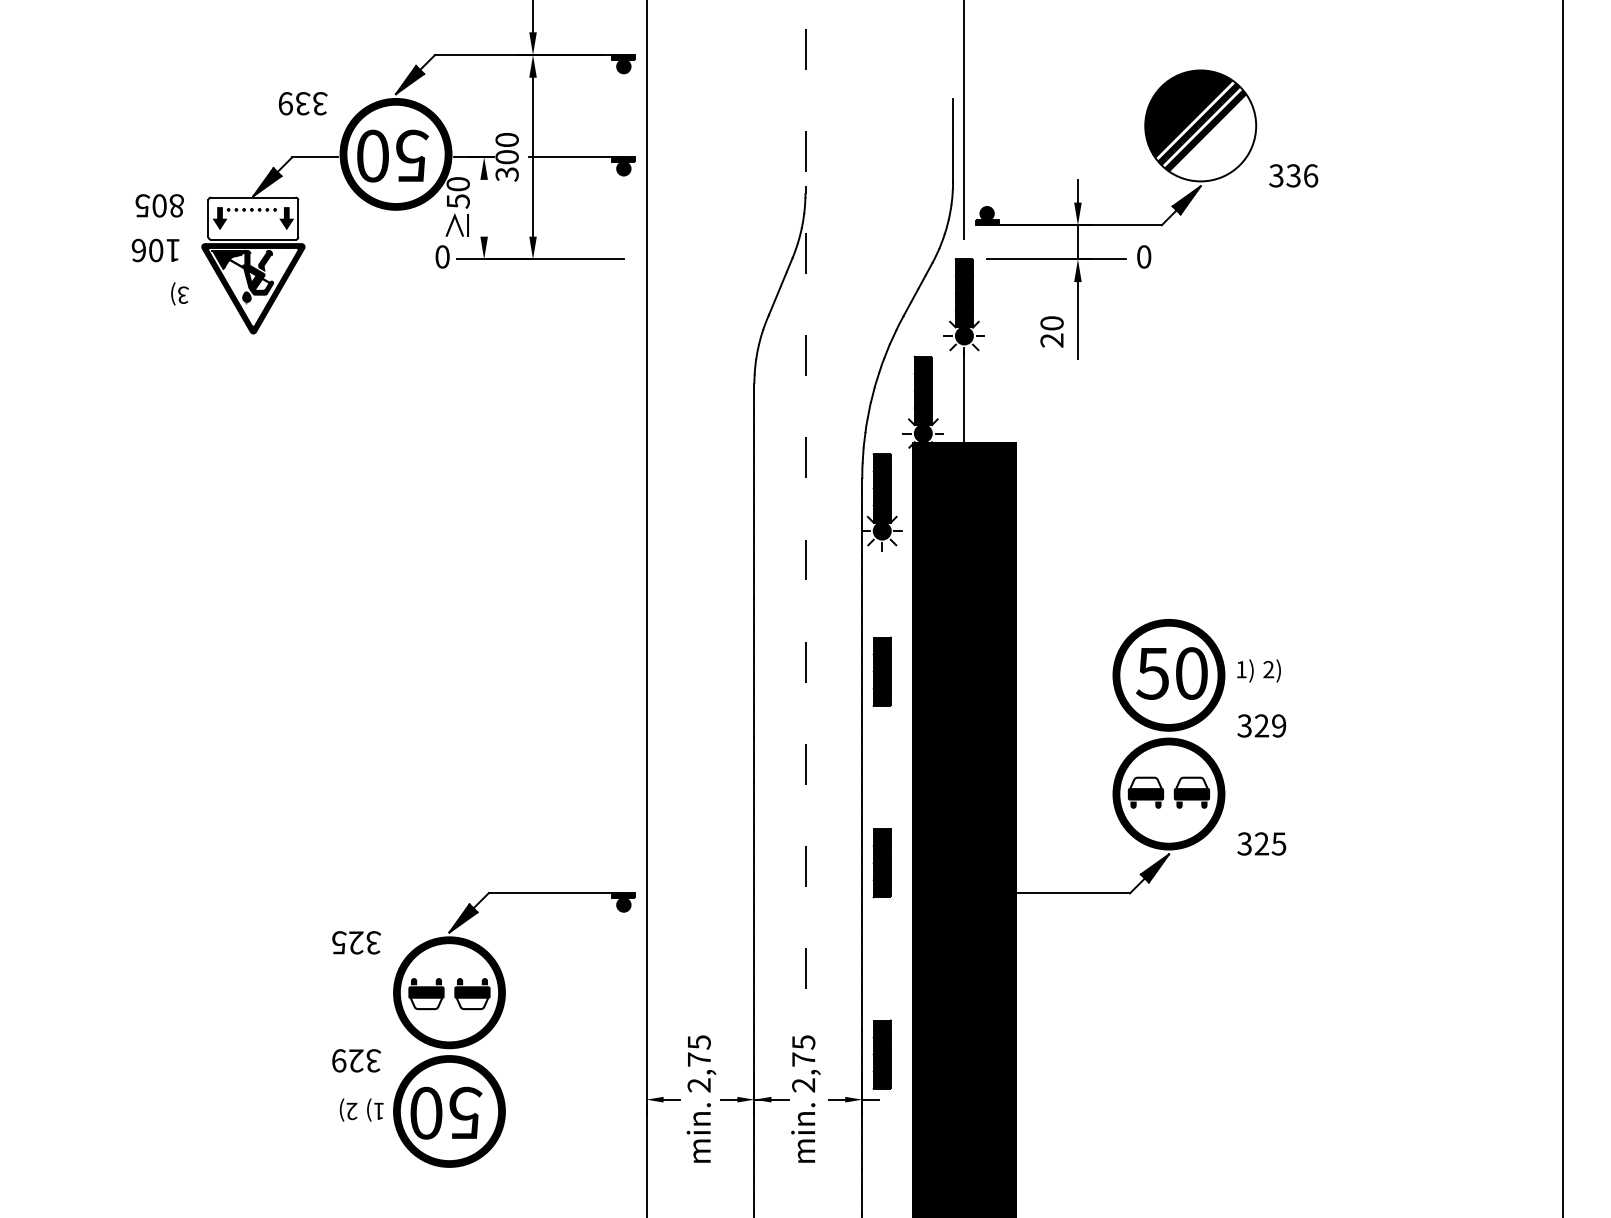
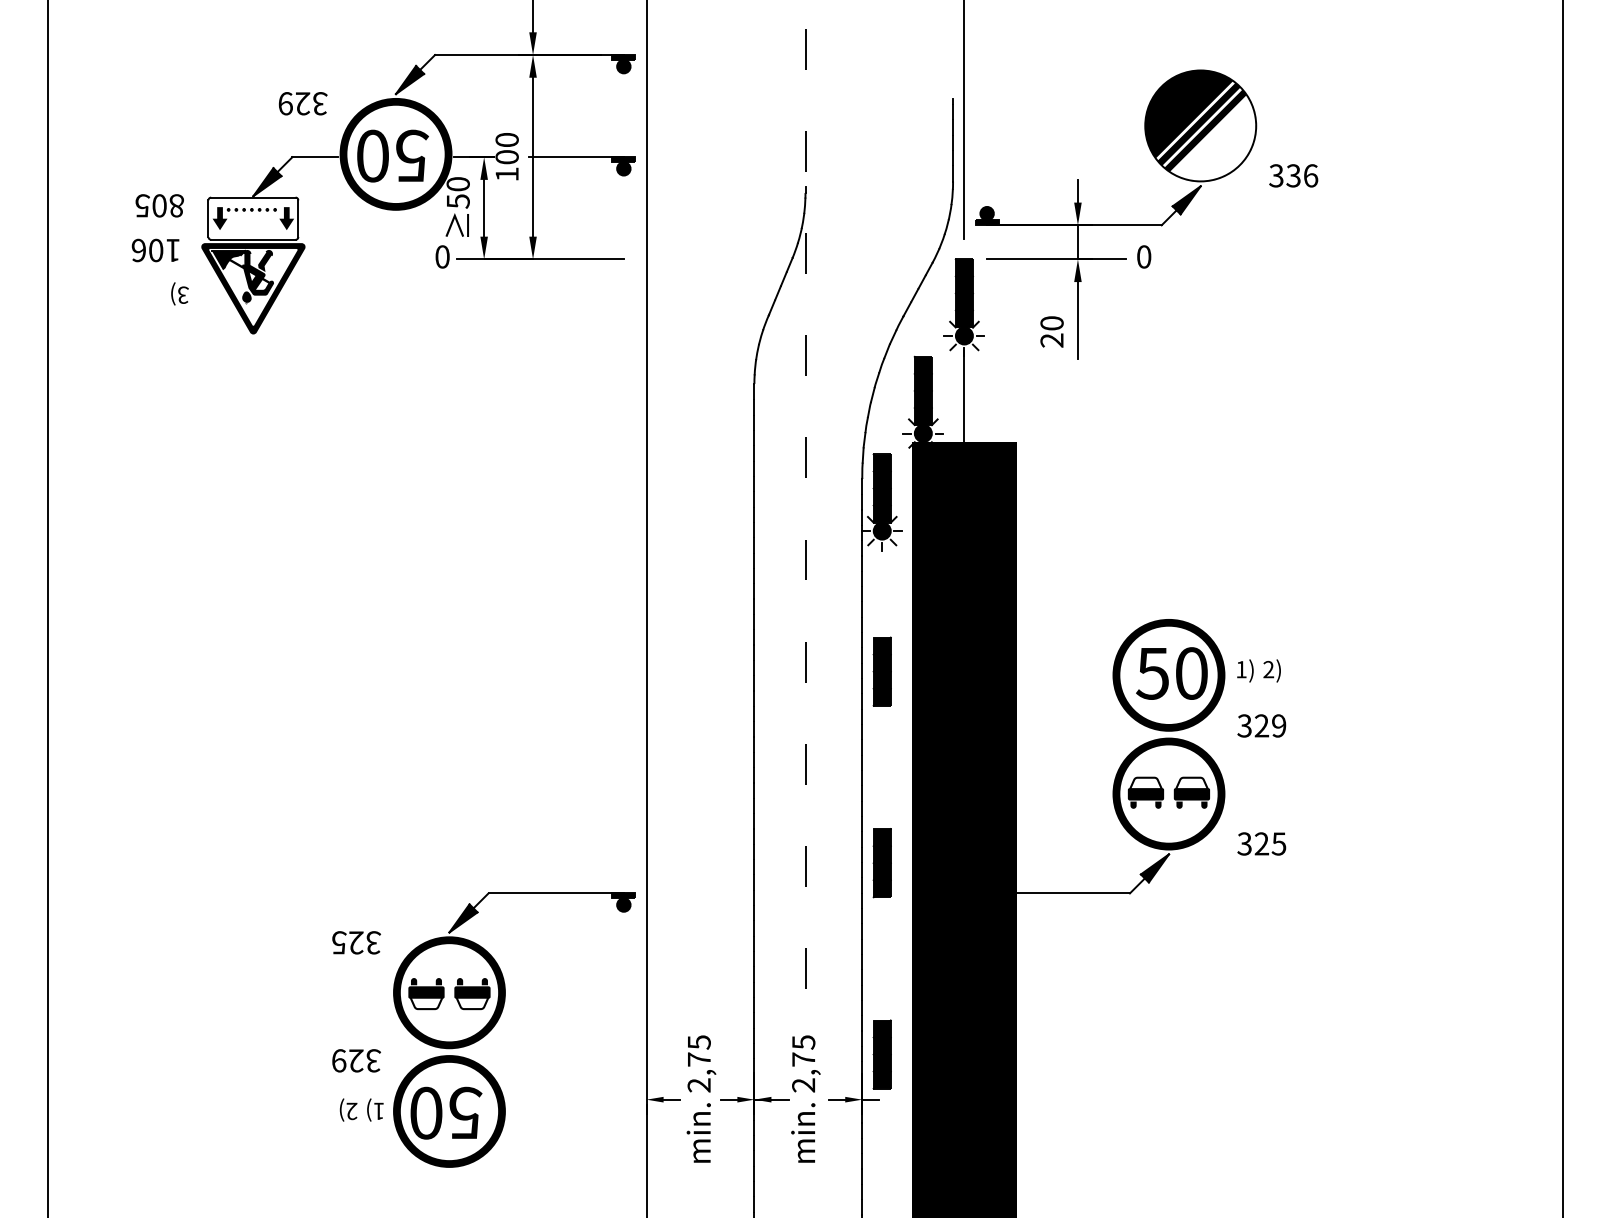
text at (303, 103): 339 -> 329
text at (506, 174): 300 -> 100
line at (484, 207): none -> present
line at (48, 608): none -> present
